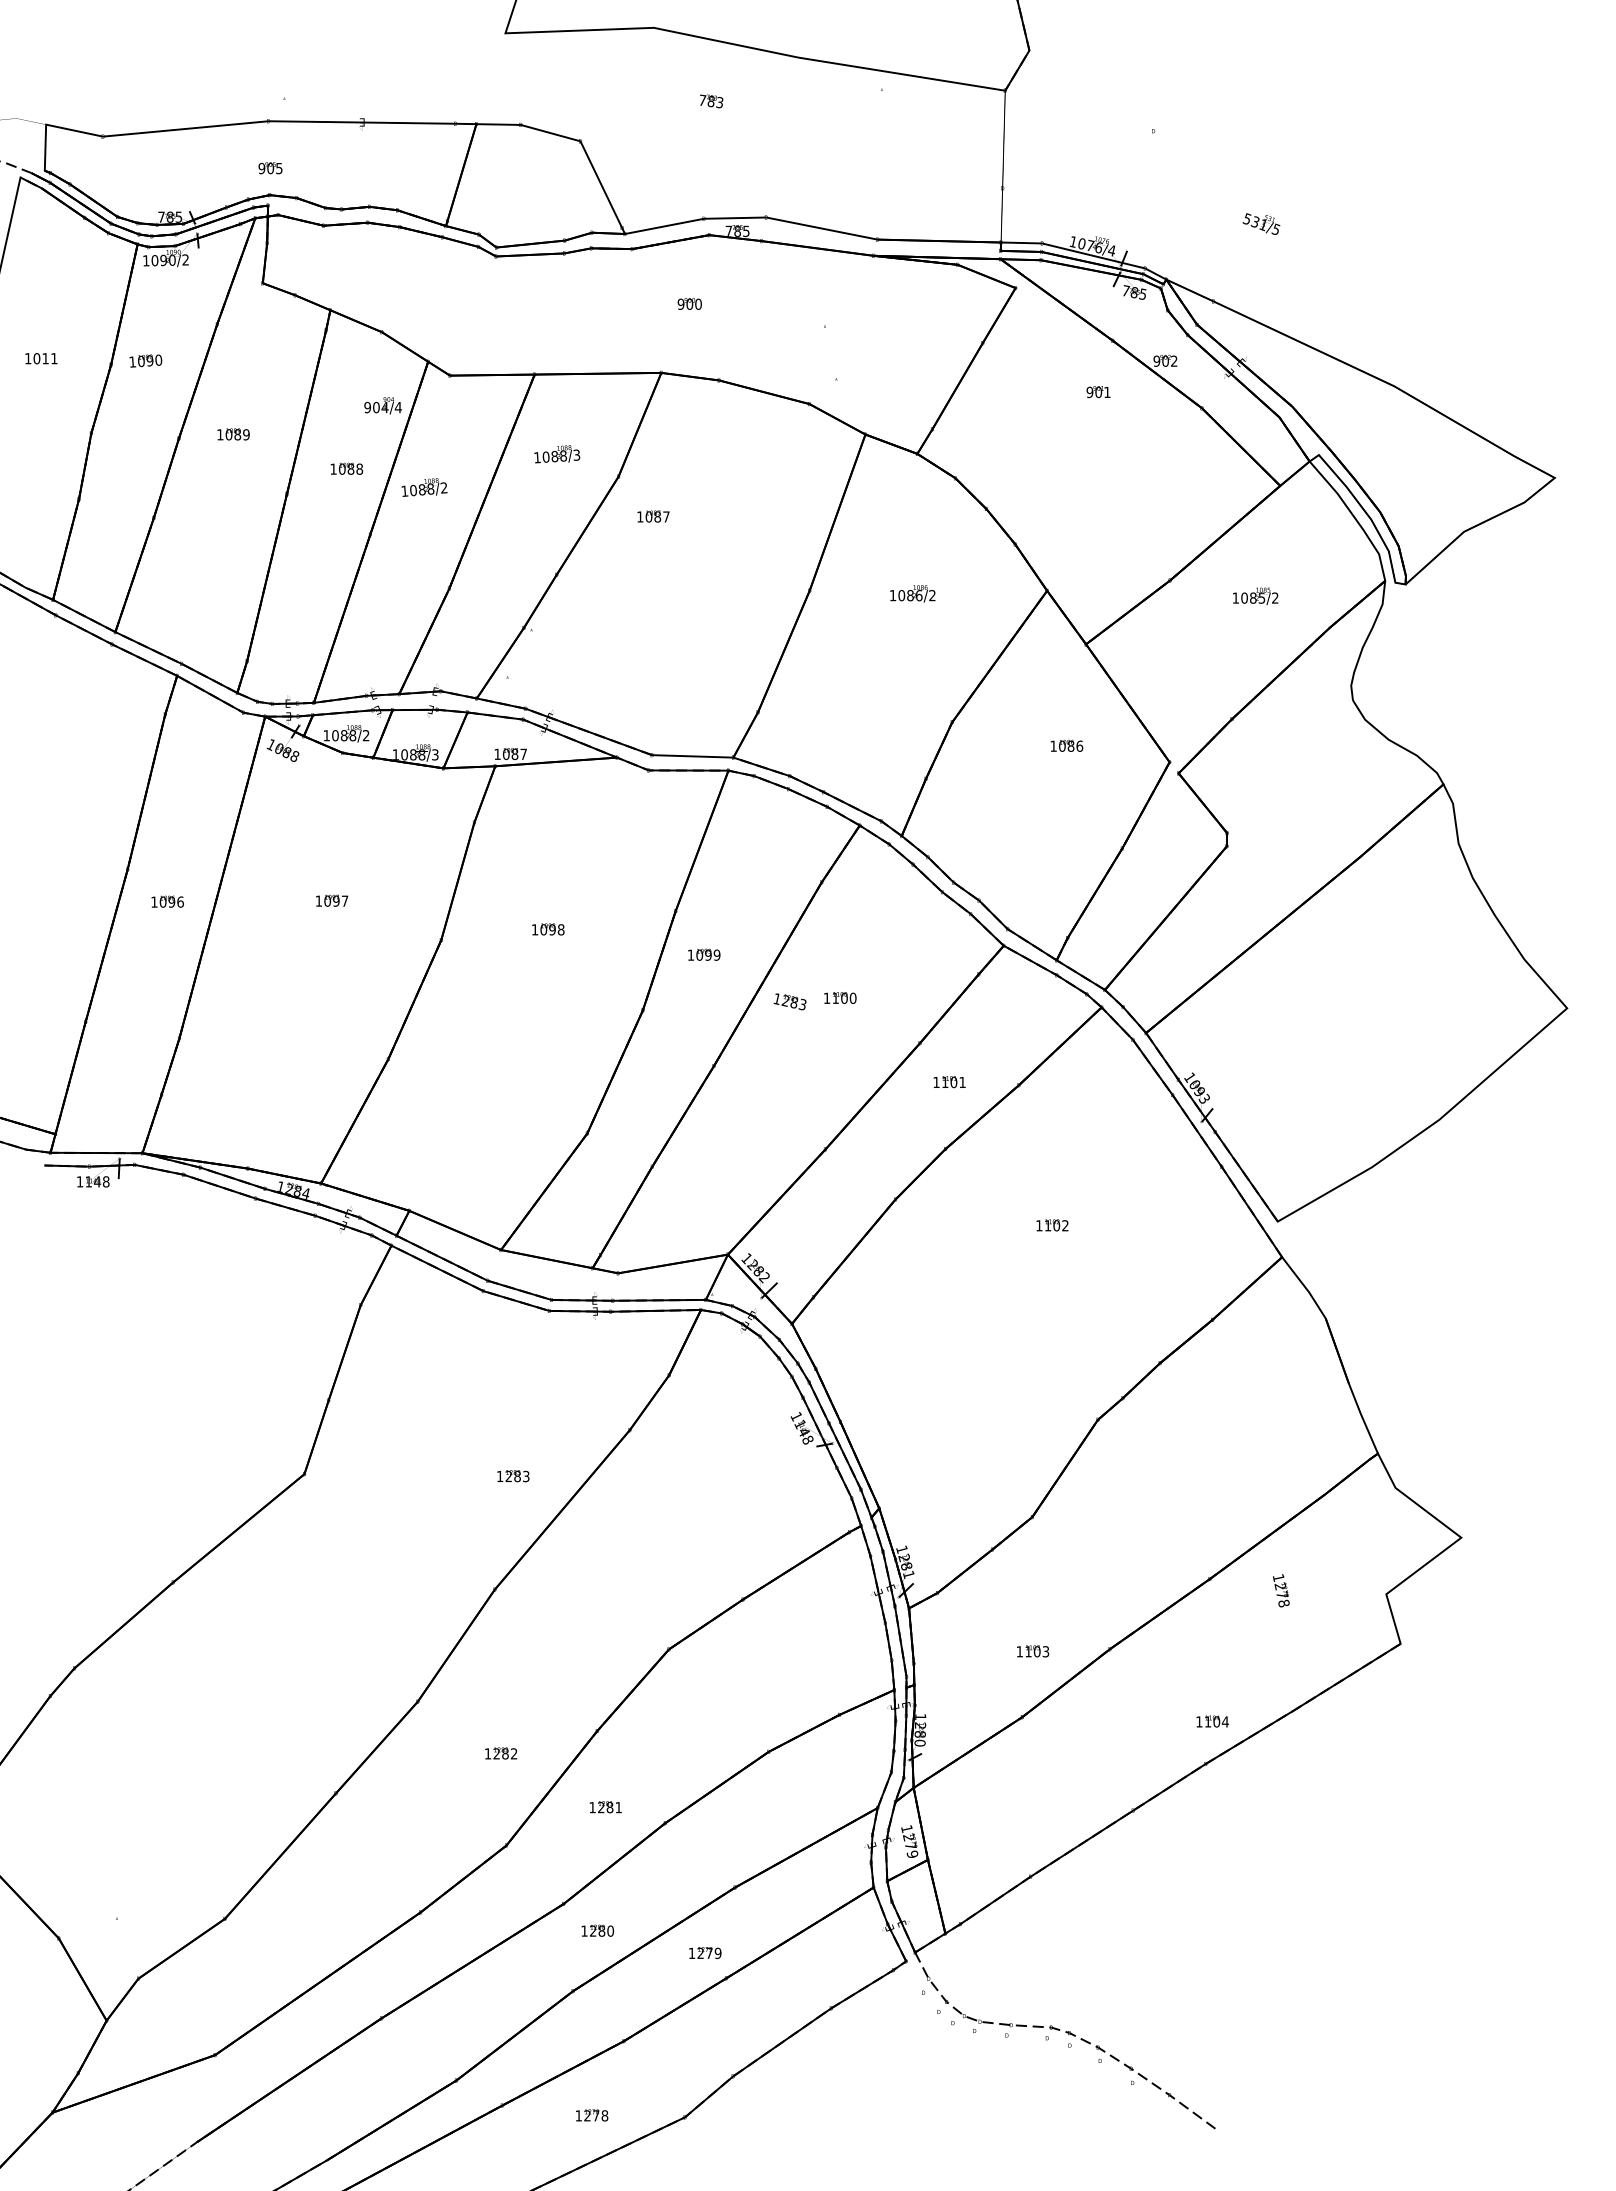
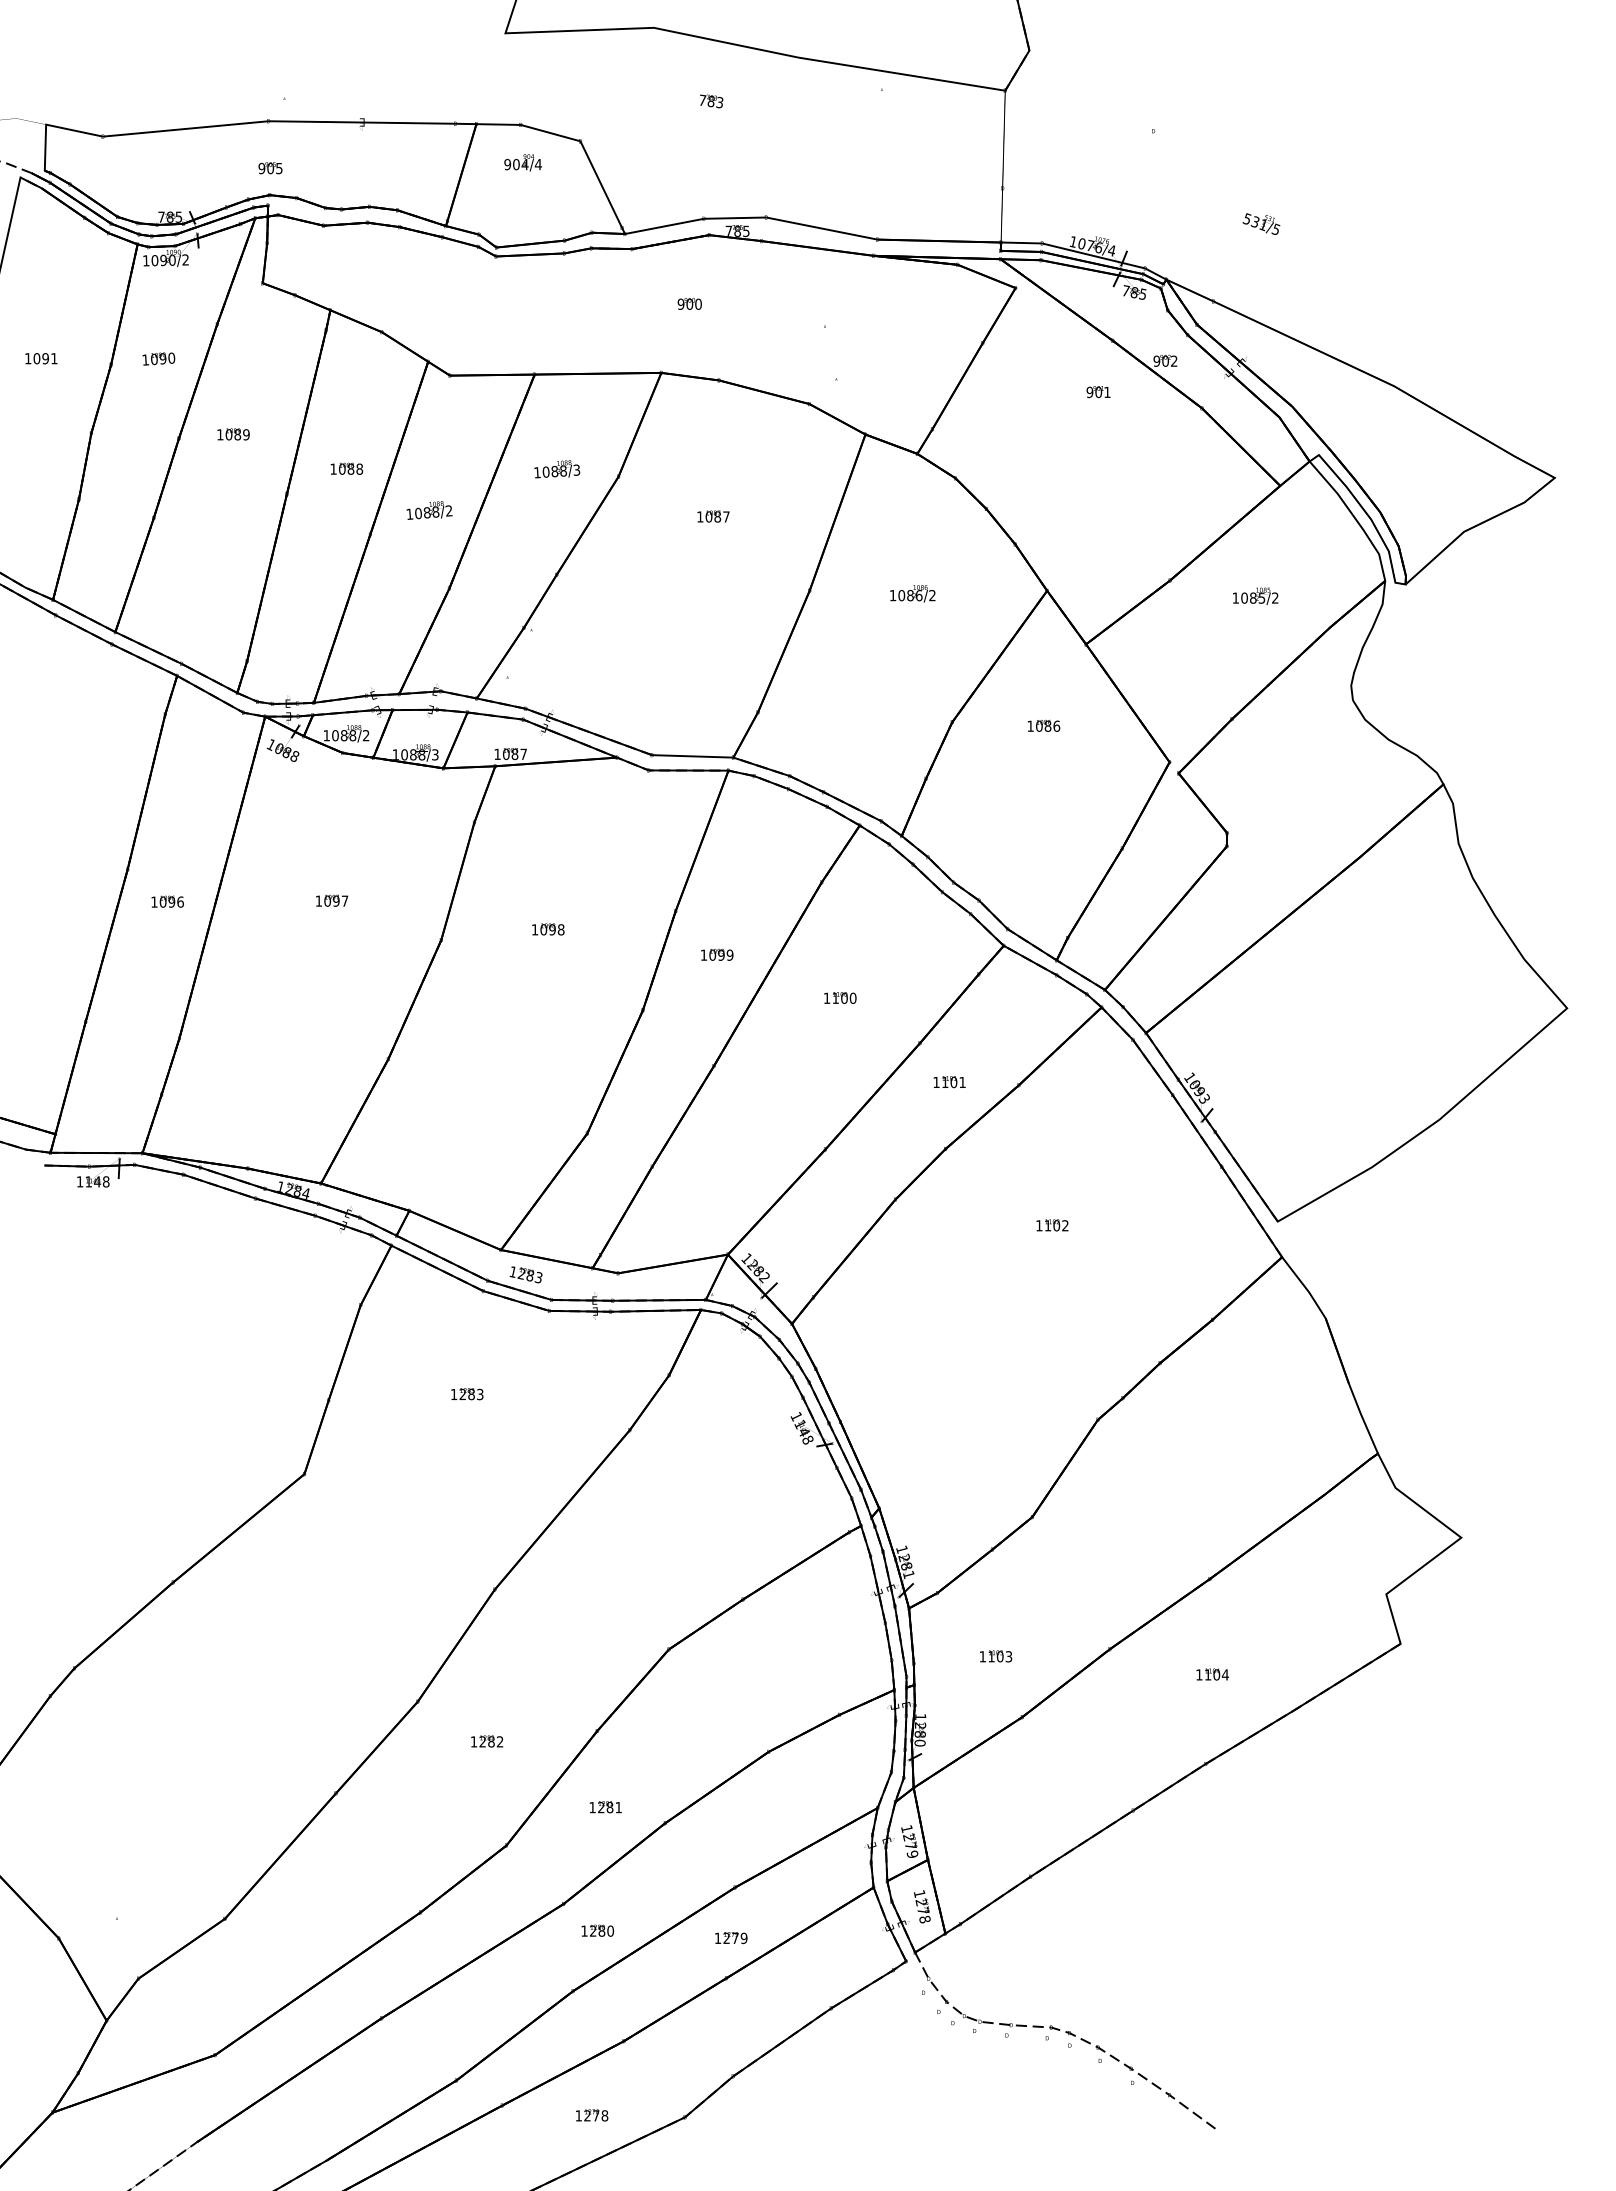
text at (45, 358): 1011 -> 1091
text at (145, 360) position: (145, 360) -> (158, 358)
text at (382, 405) position: (382, 405) -> (522, 162)
text at (557, 454) position: (557, 454) -> (557, 469)
text at (424, 487) position: (424, 487) -> (429, 510)
text at (653, 516) position: (653, 516) -> (713, 516)
text at (1066, 745) position: (1066, 745) -> (1043, 725)
text at (704, 954) position: (704, 954) -> (717, 954)
text at (789, 1001) position: (789, 1001) -> (525, 1274)
text at (513, 1476) position: (513, 1476) -> (467, 1394)
text at (1281, 1590) position: (1281, 1590) -> (922, 1906)
text at (1033, 1651) position: (1033, 1651) -> (996, 1656)
text at (1212, 1721) position: (1212, 1721) -> (1212, 1674)
text at (501, 1753) position: (501, 1753) -> (487, 1741)
text at (705, 1953) position: (705, 1953) -> (731, 1938)
